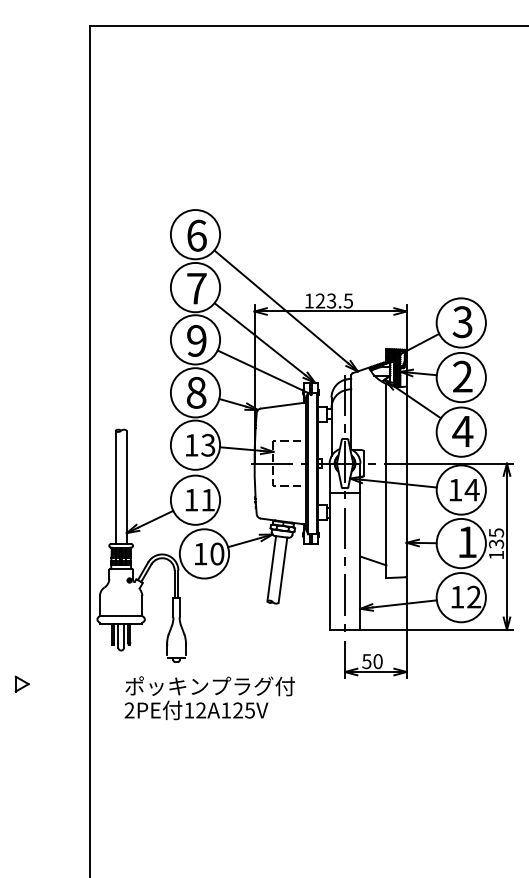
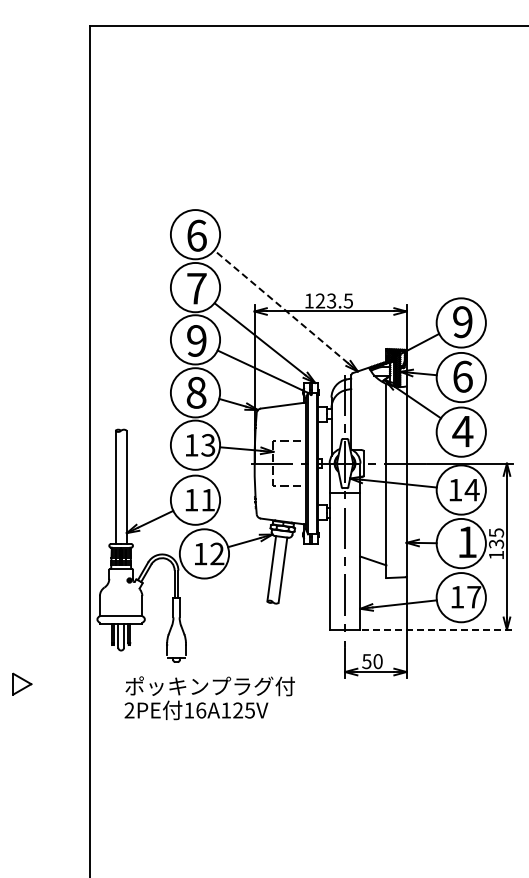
line at (281, 306): solid -> dashed
text at (462, 322): 3 -> 9
text at (462, 376): 2 -> 6
text at (217, 553): 10 -> 12
text at (474, 596): 12 -> 17
line at (437, 629): solid -> dashed
part at (21, 683) size: 16x18 px -> 21x24 px
text at (201, 710): 12A125V -> 16A125V
